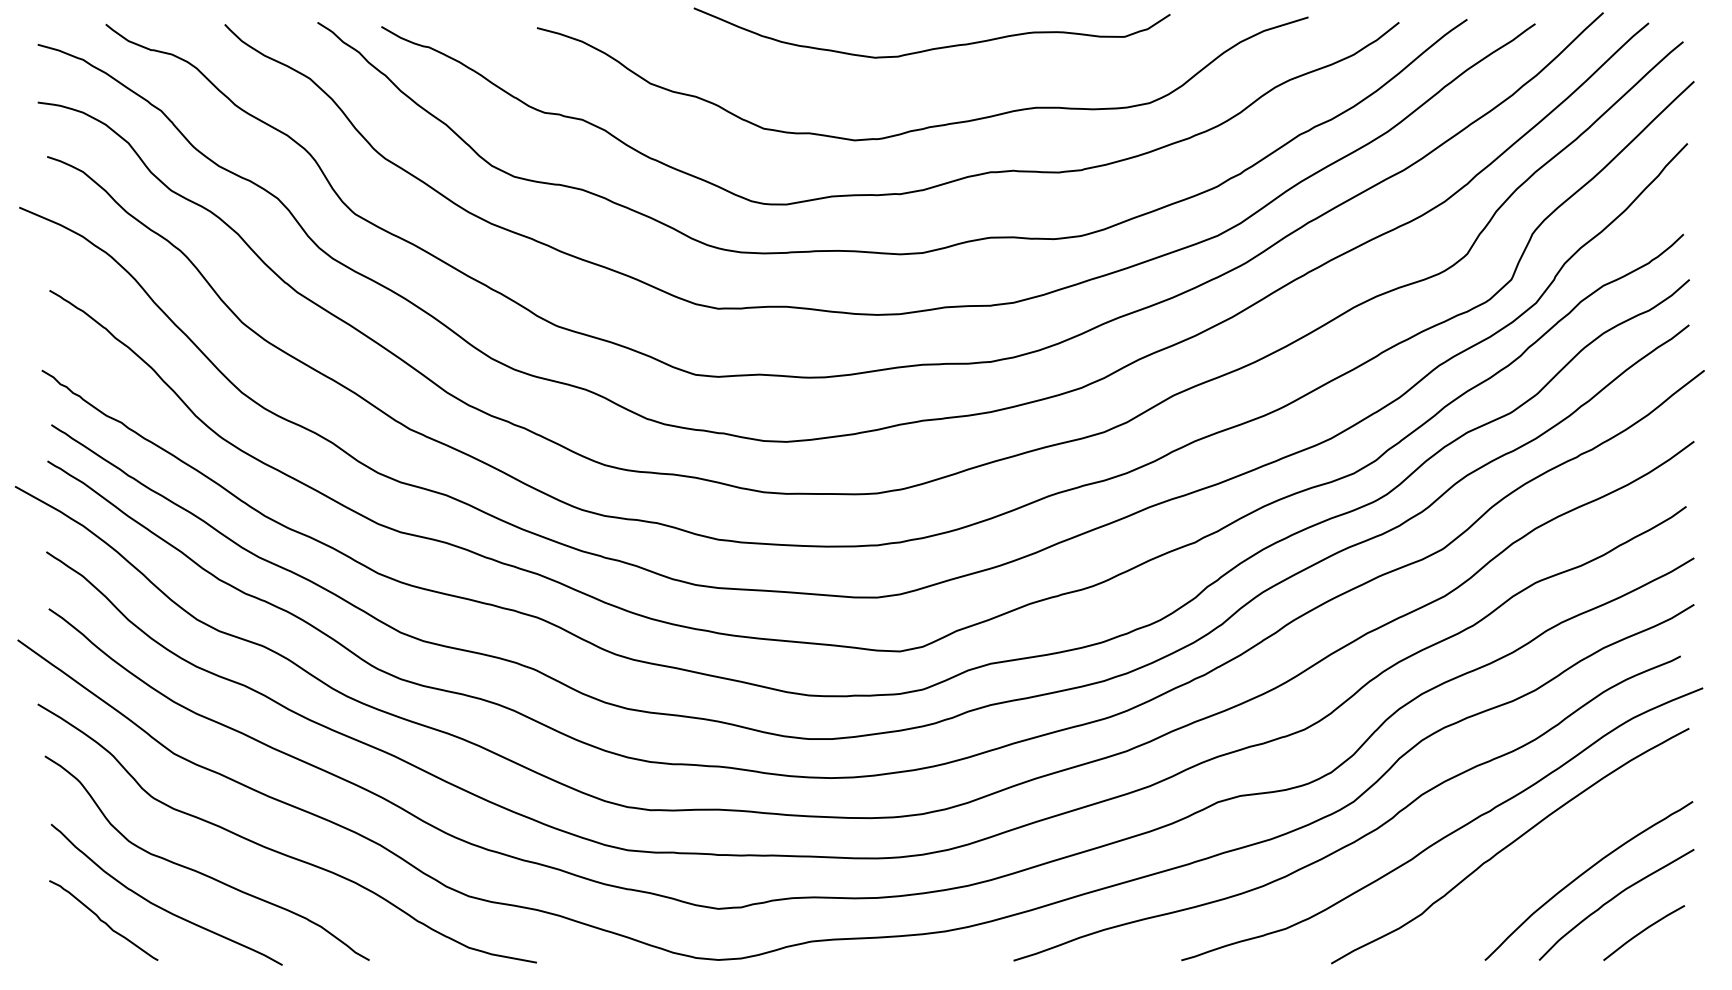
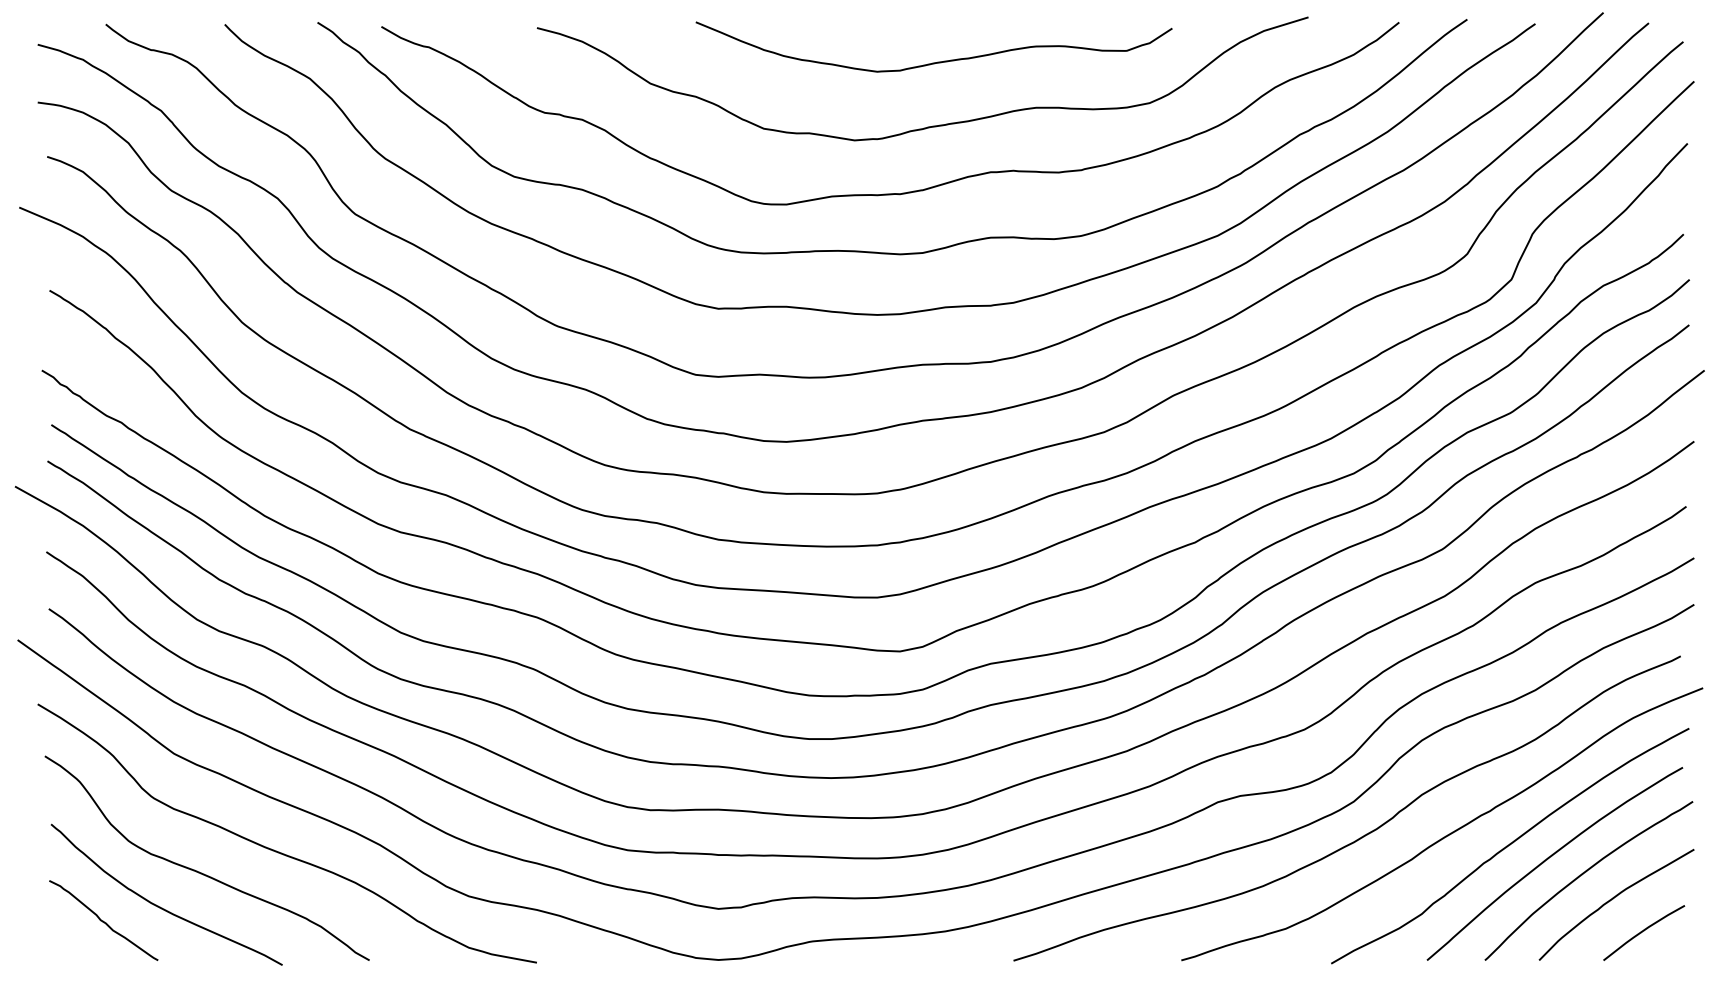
curve at (935, 47) position: (935, 47) -> (937, 61)
curve at (1549, 858): none -> present
